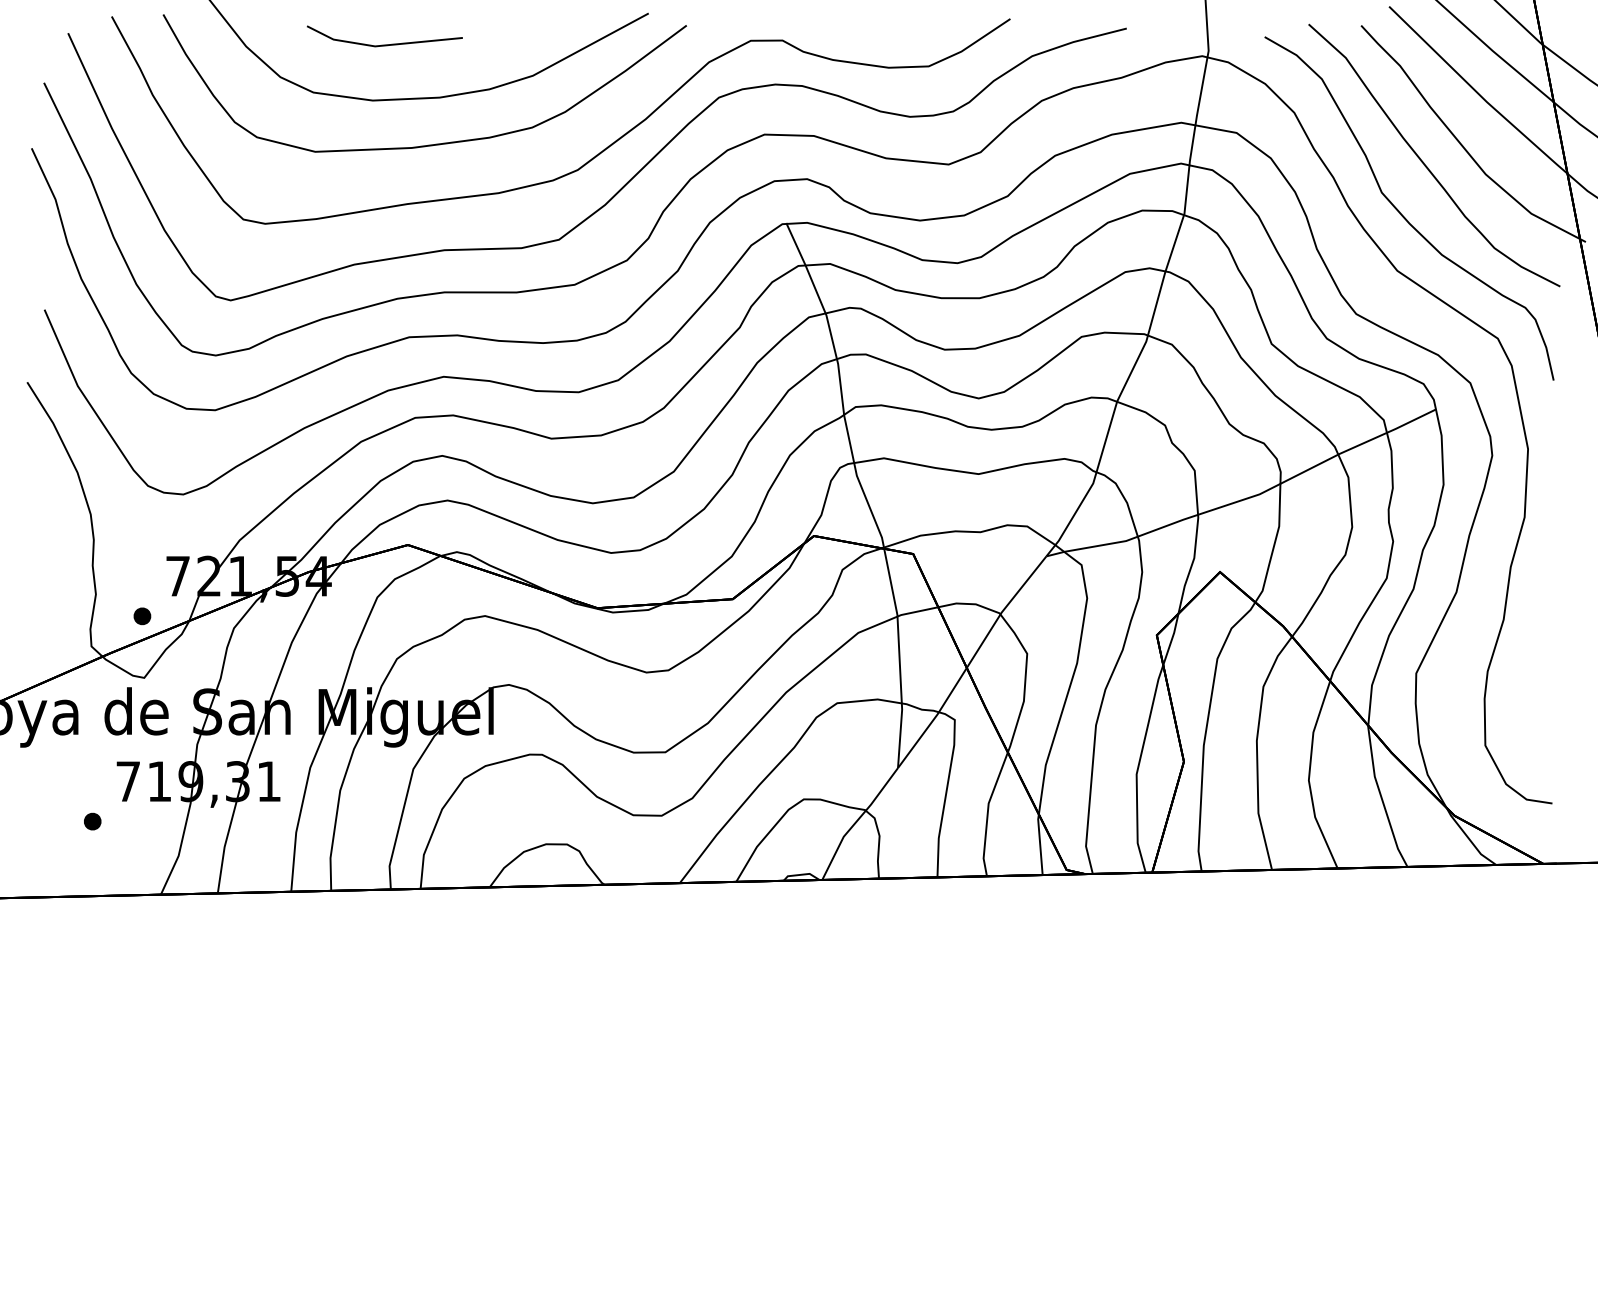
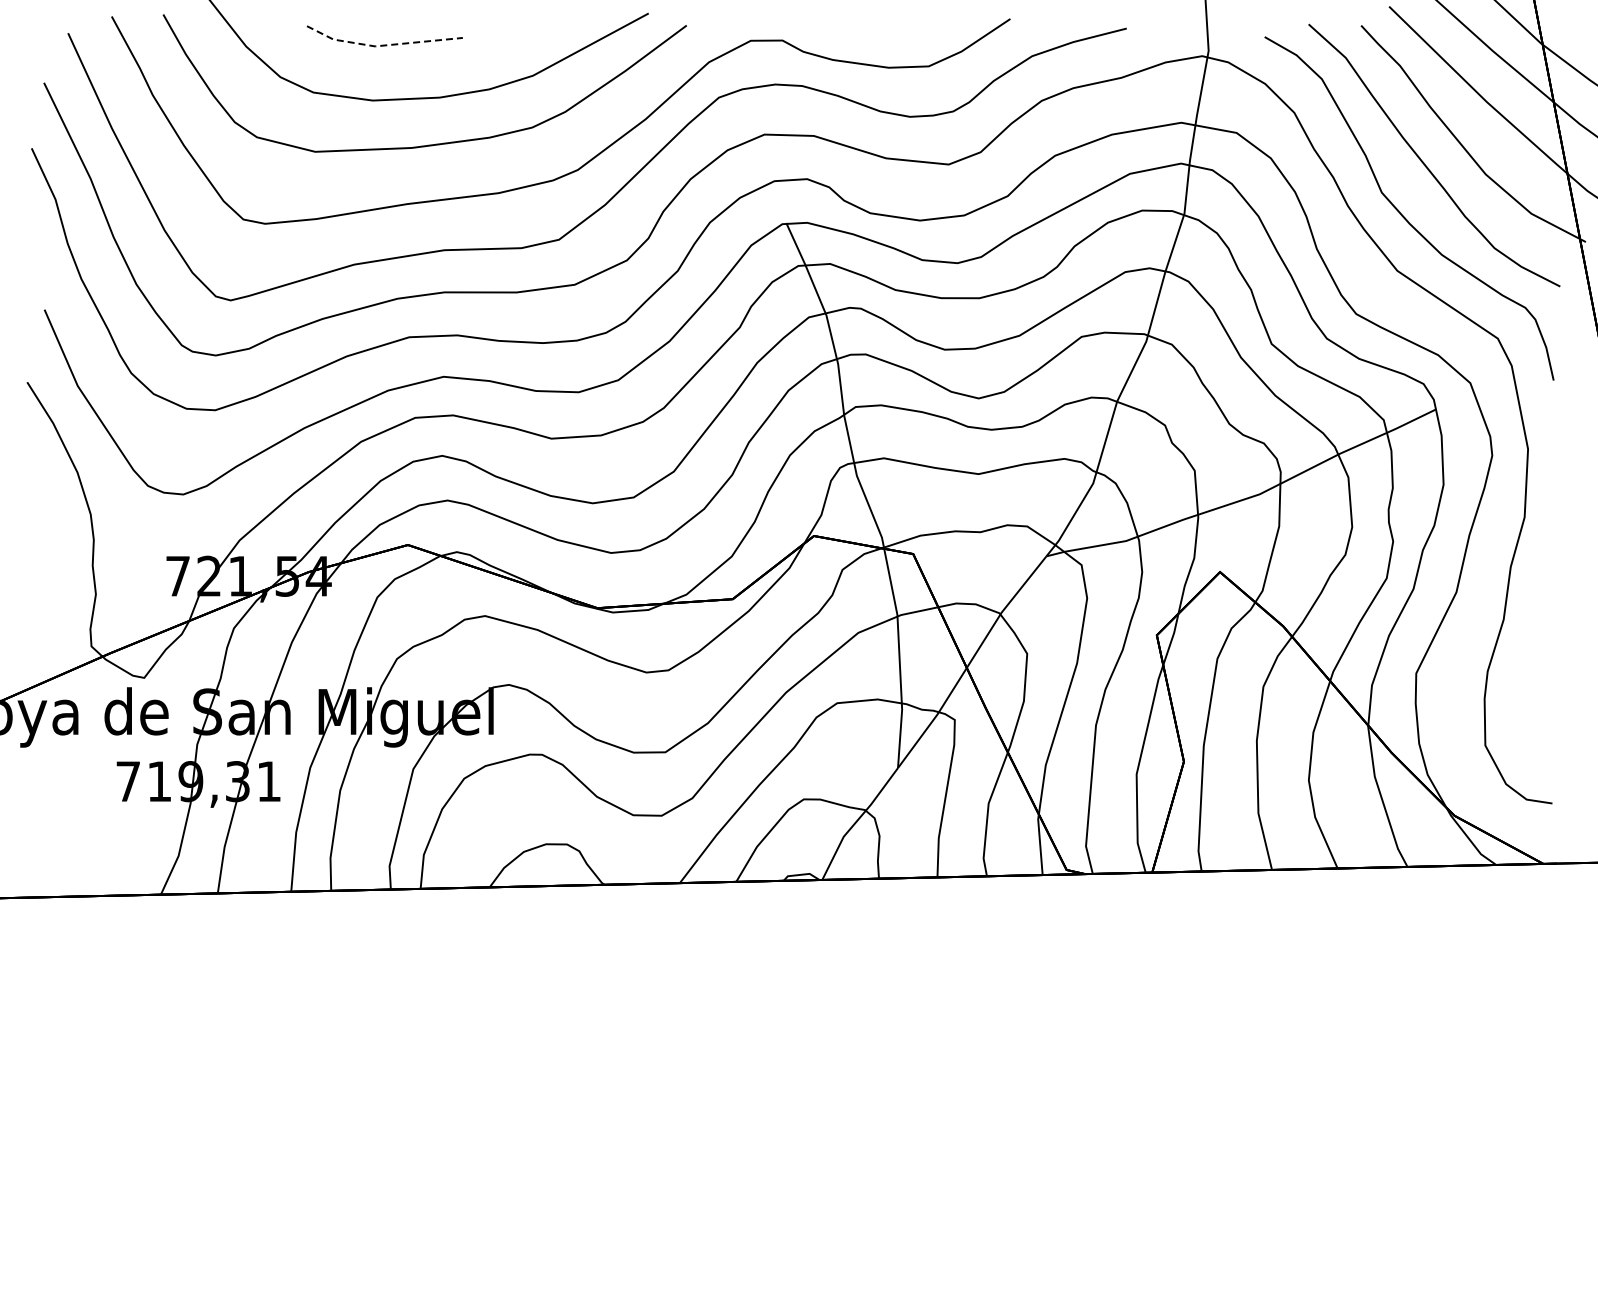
line at (382, 45): solid -> dashed
part at (142, 616): present -> none
part at (92, 821): present -> none
